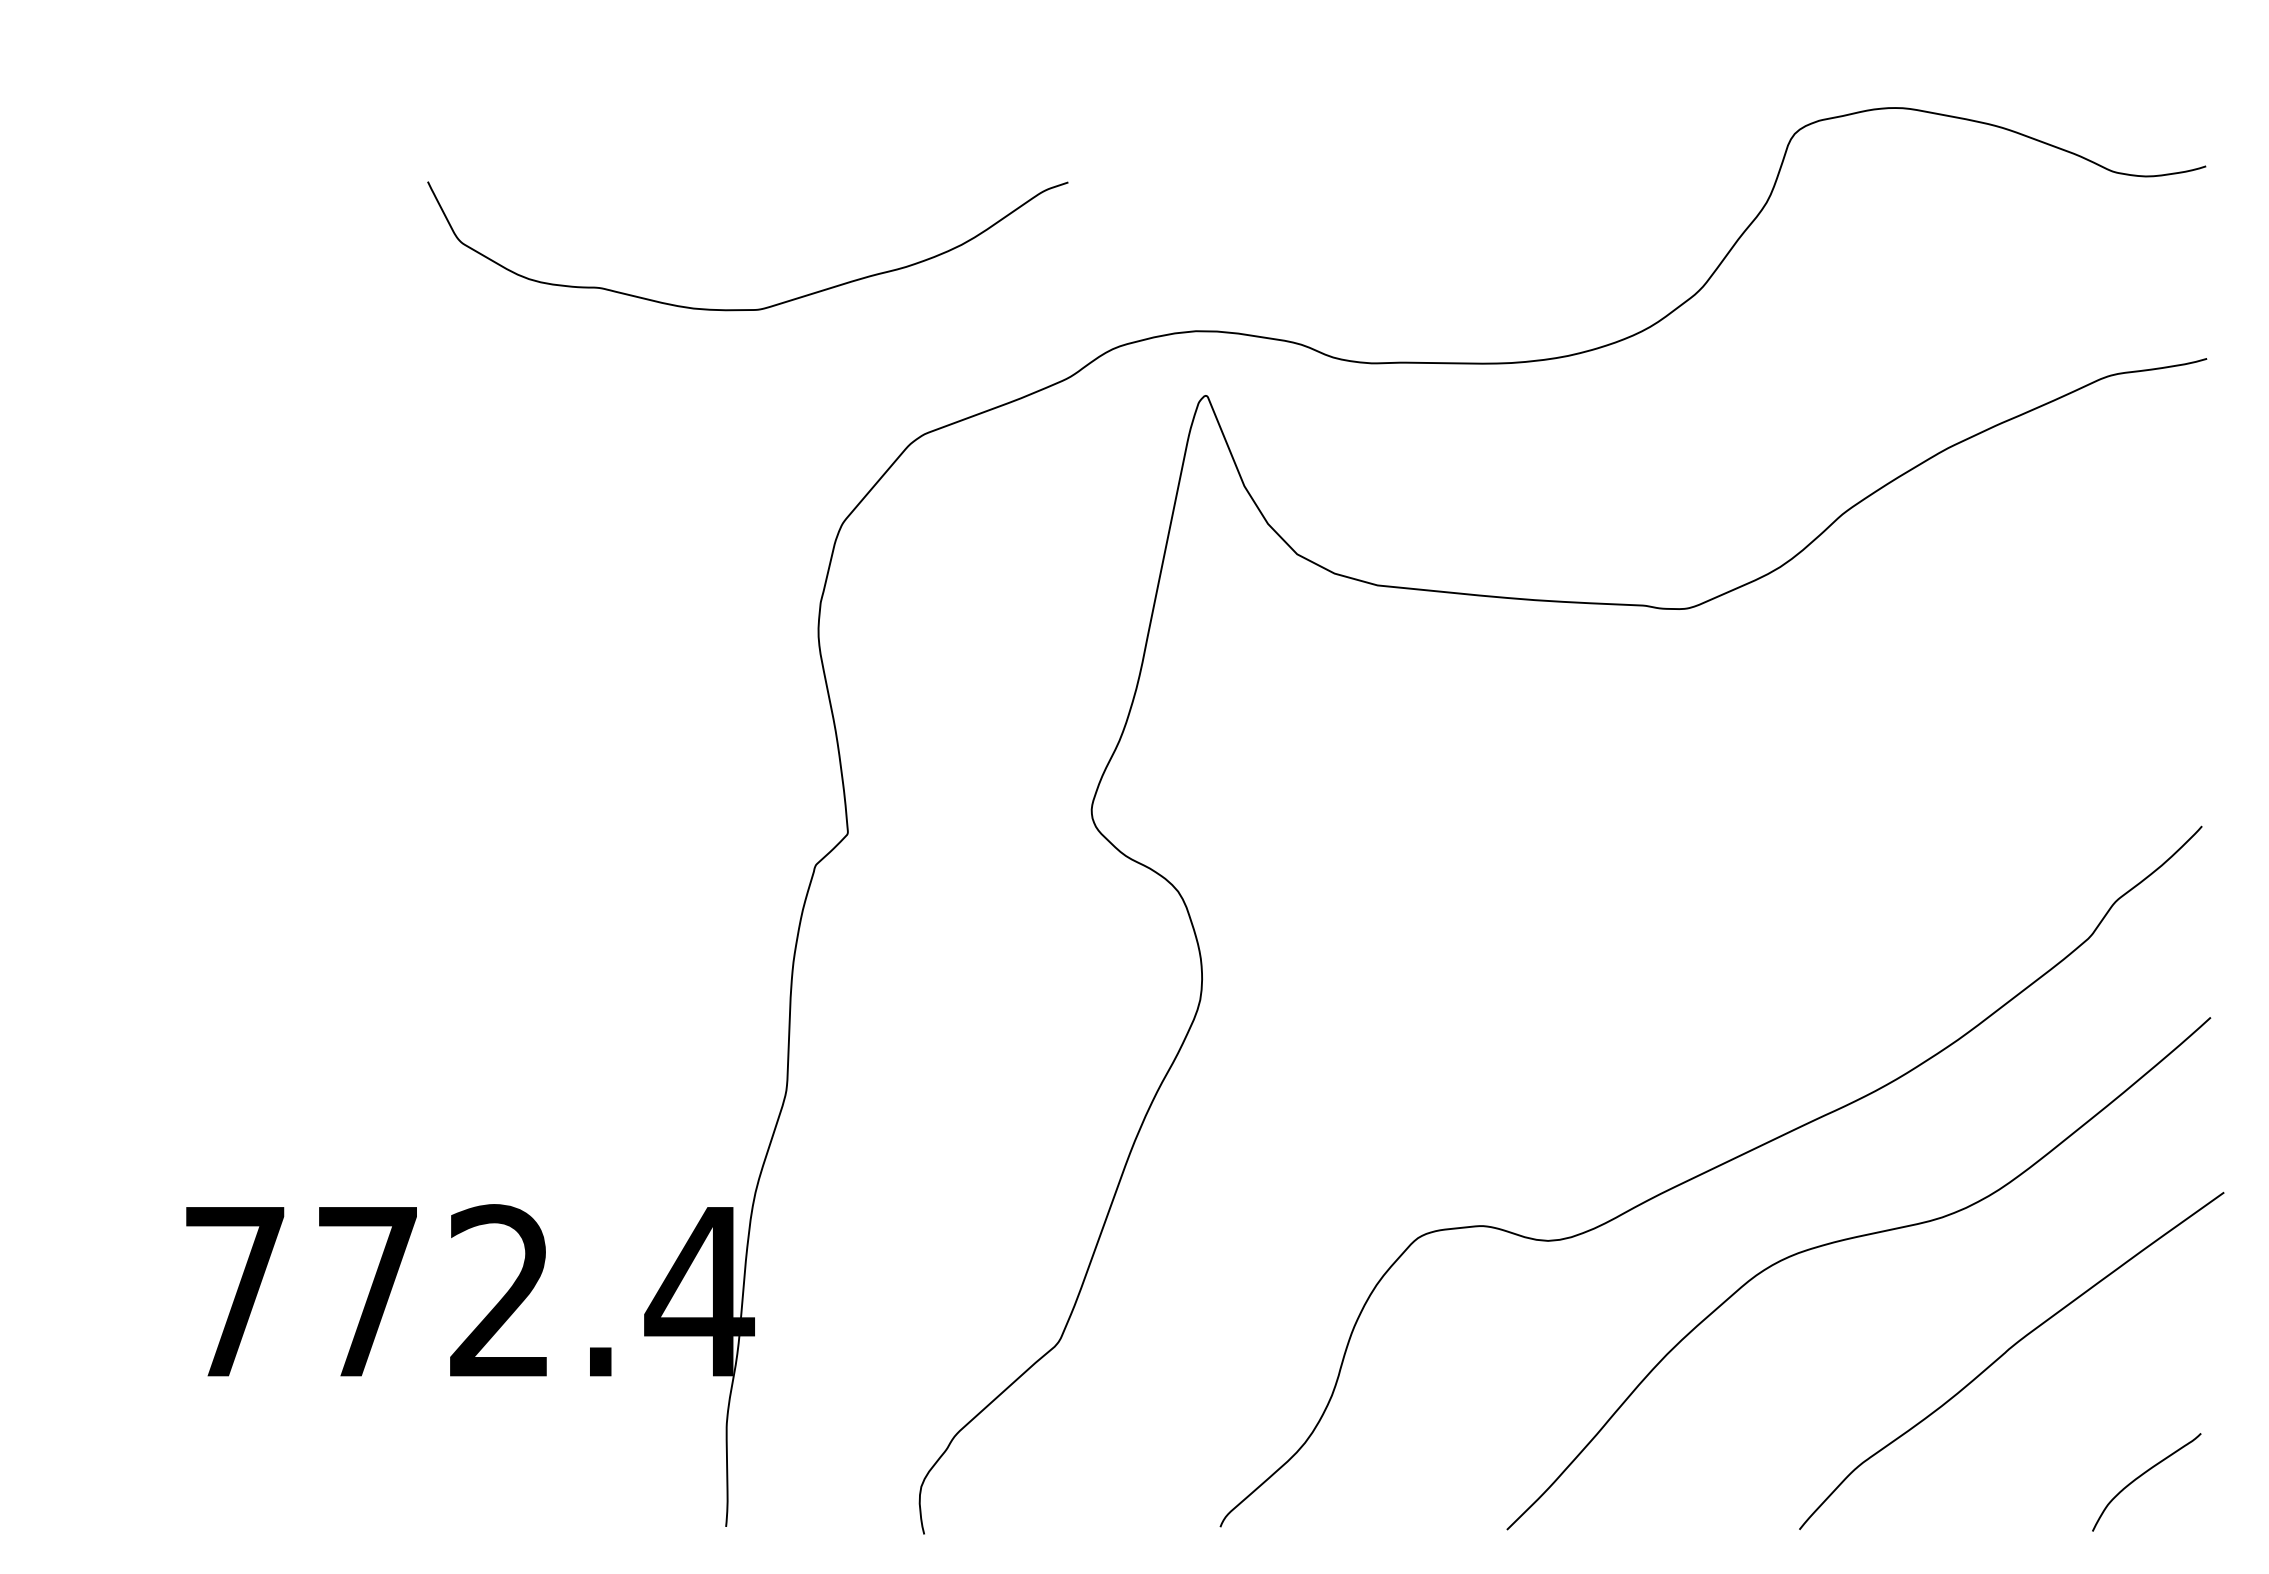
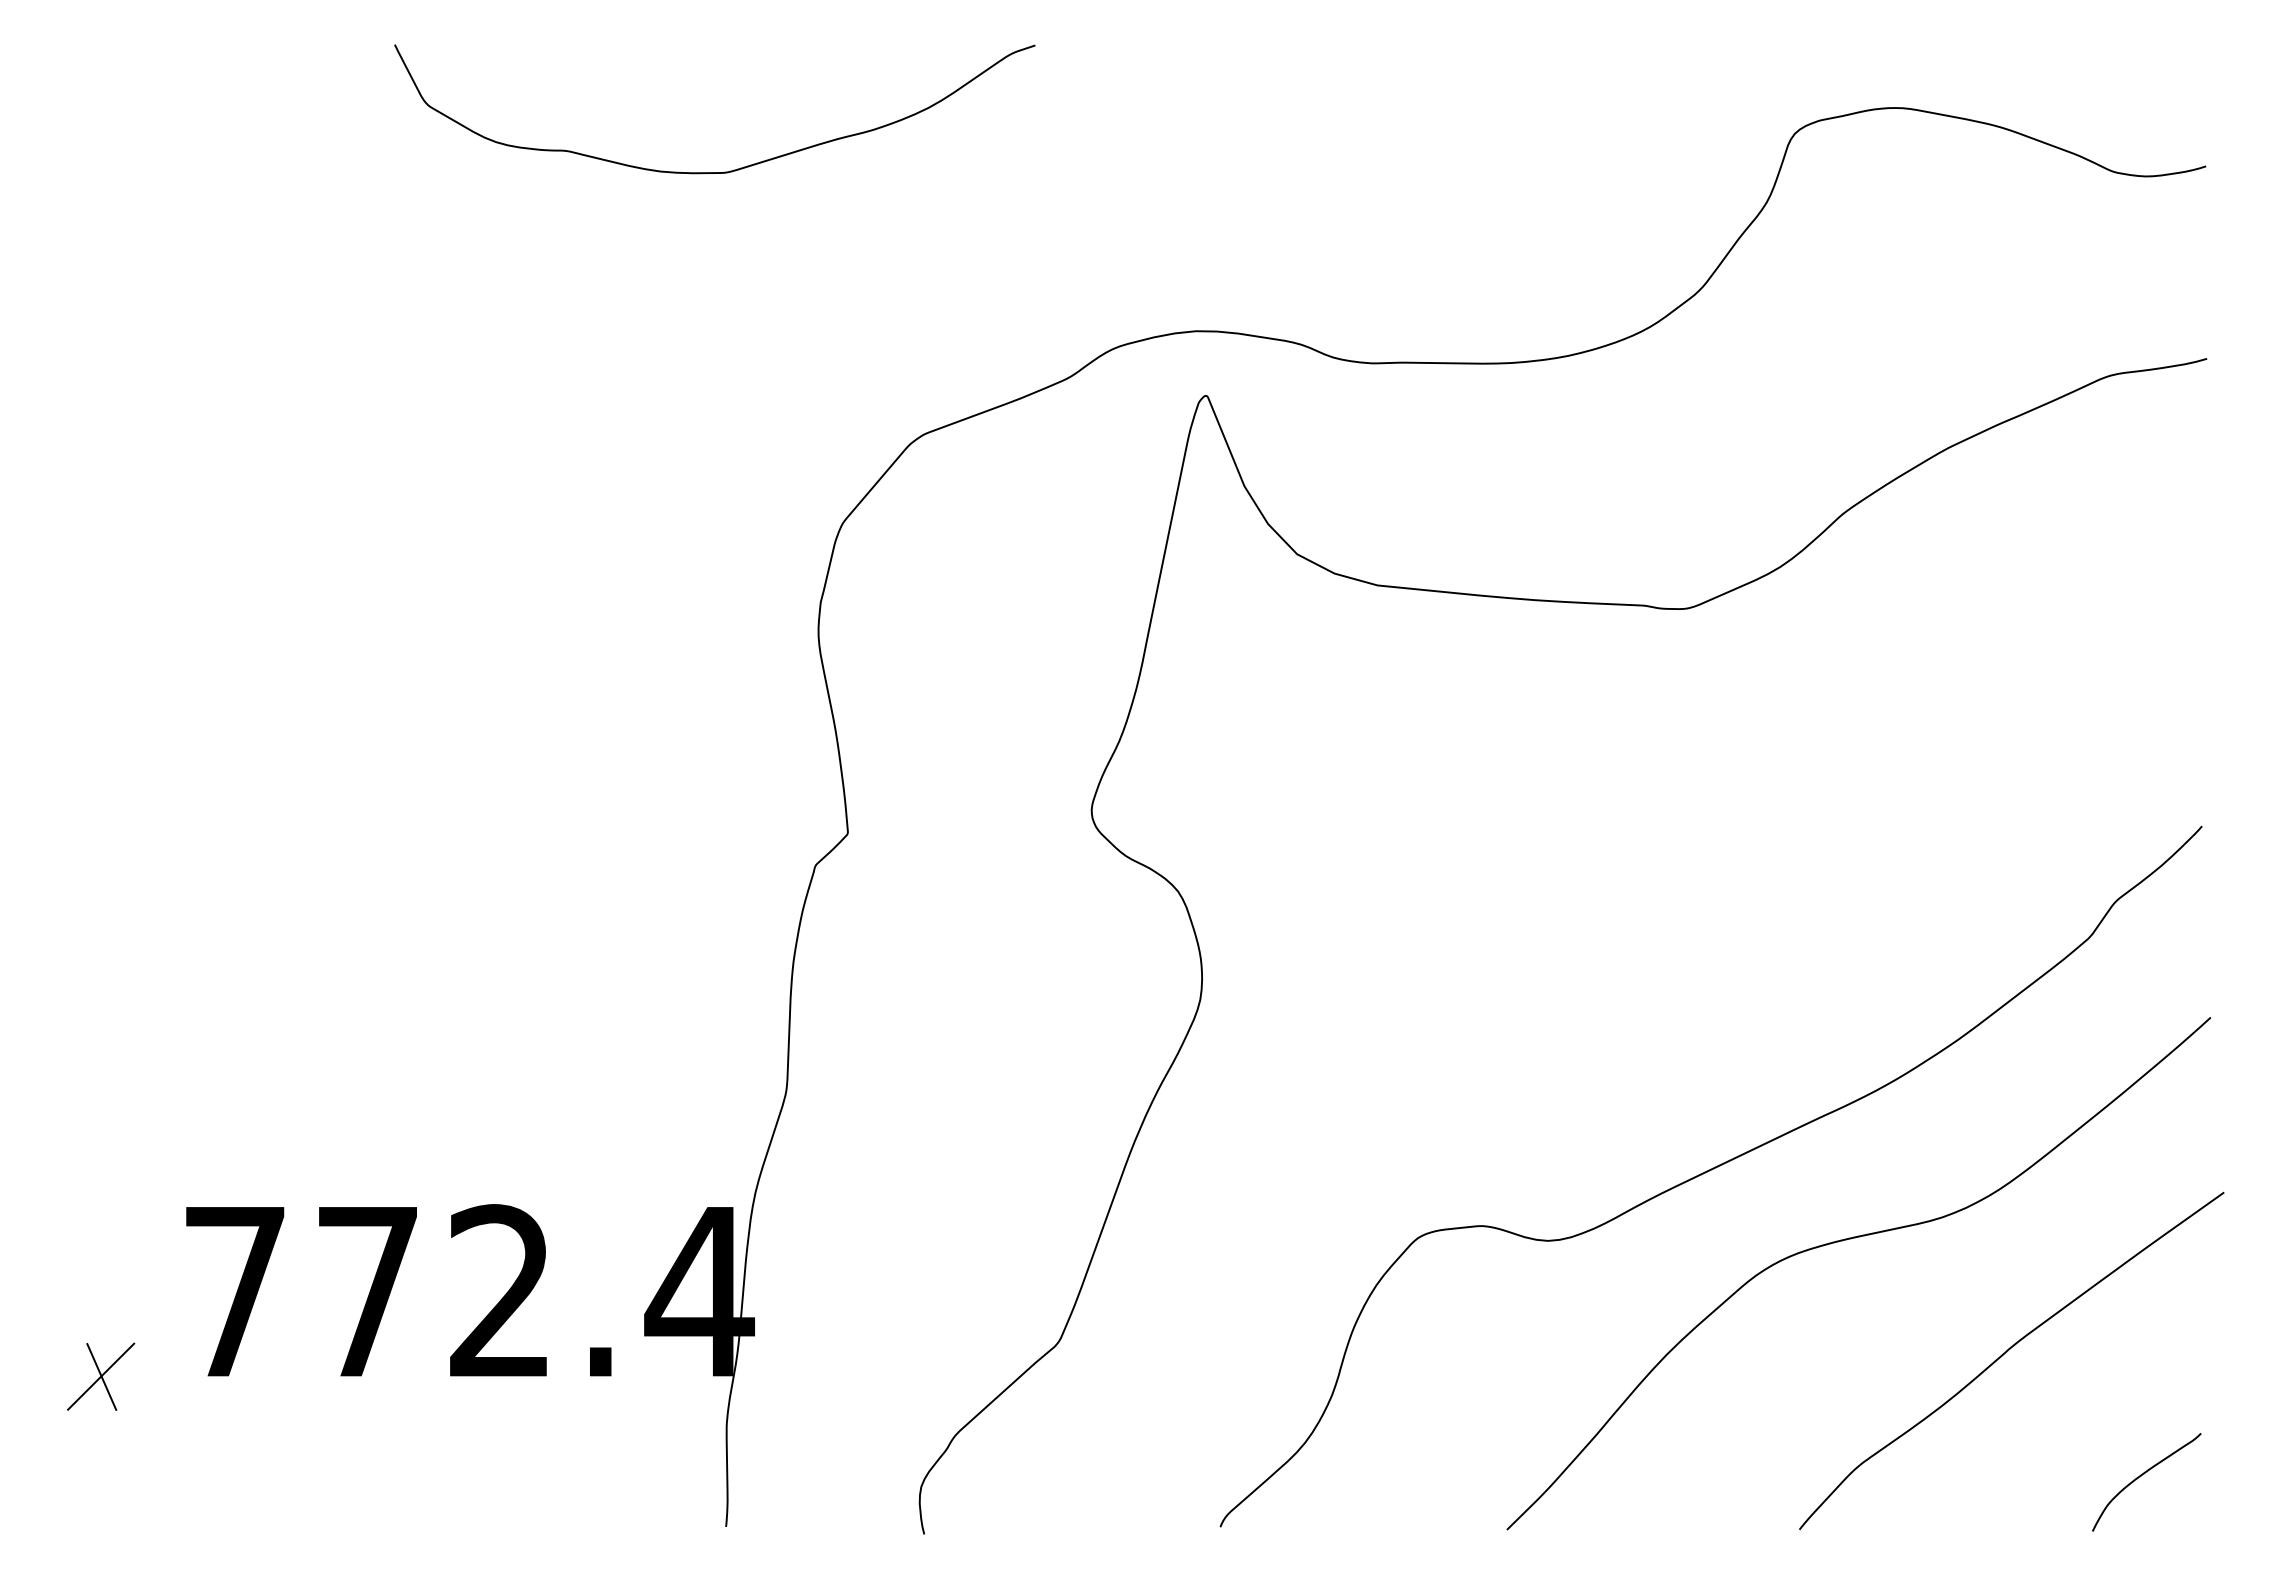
curve at (757, 308) position: (757, 308) -> (724, 171)
part at (101, 1376): none -> present
